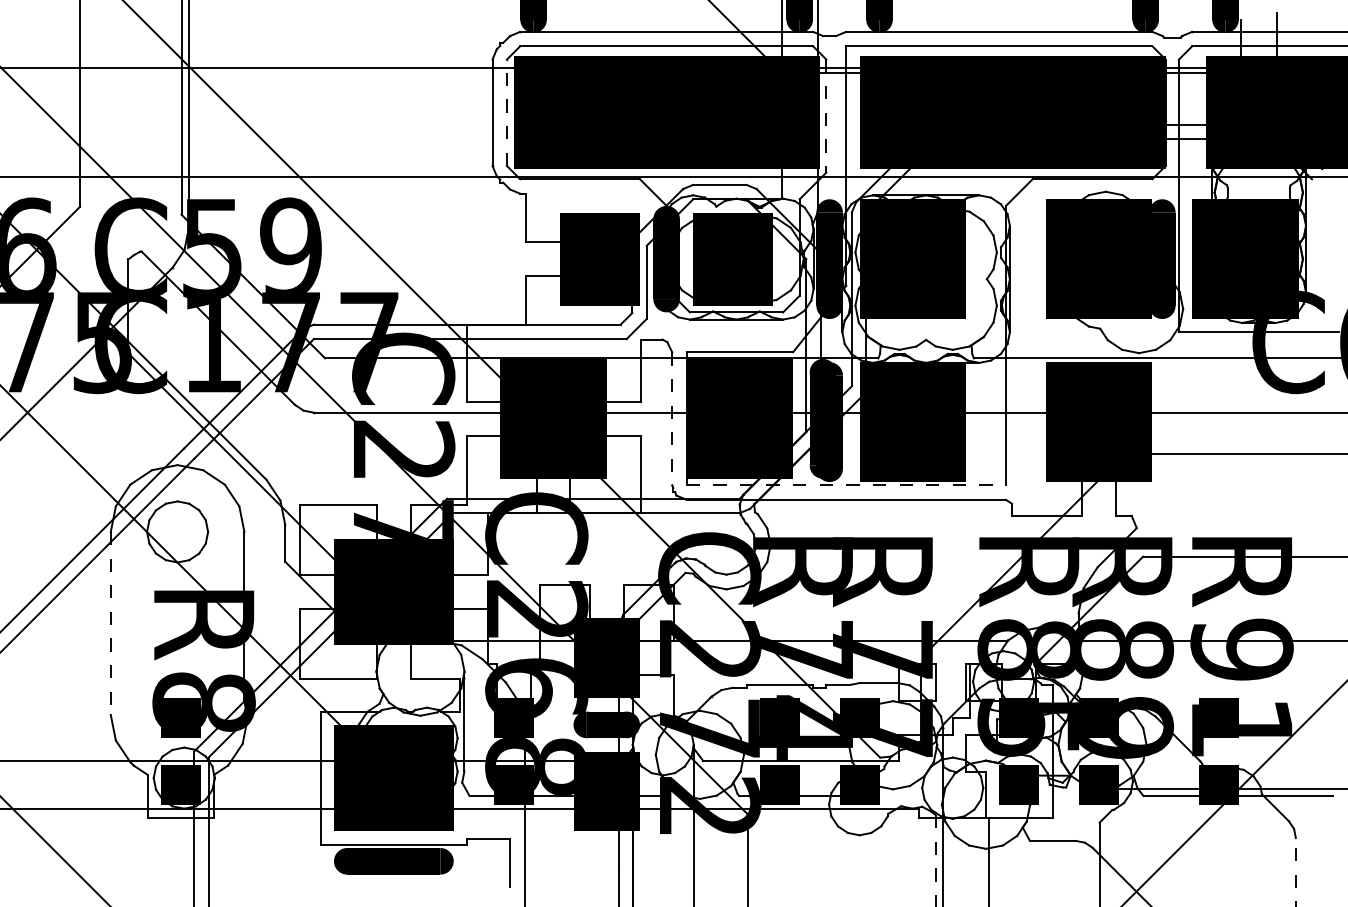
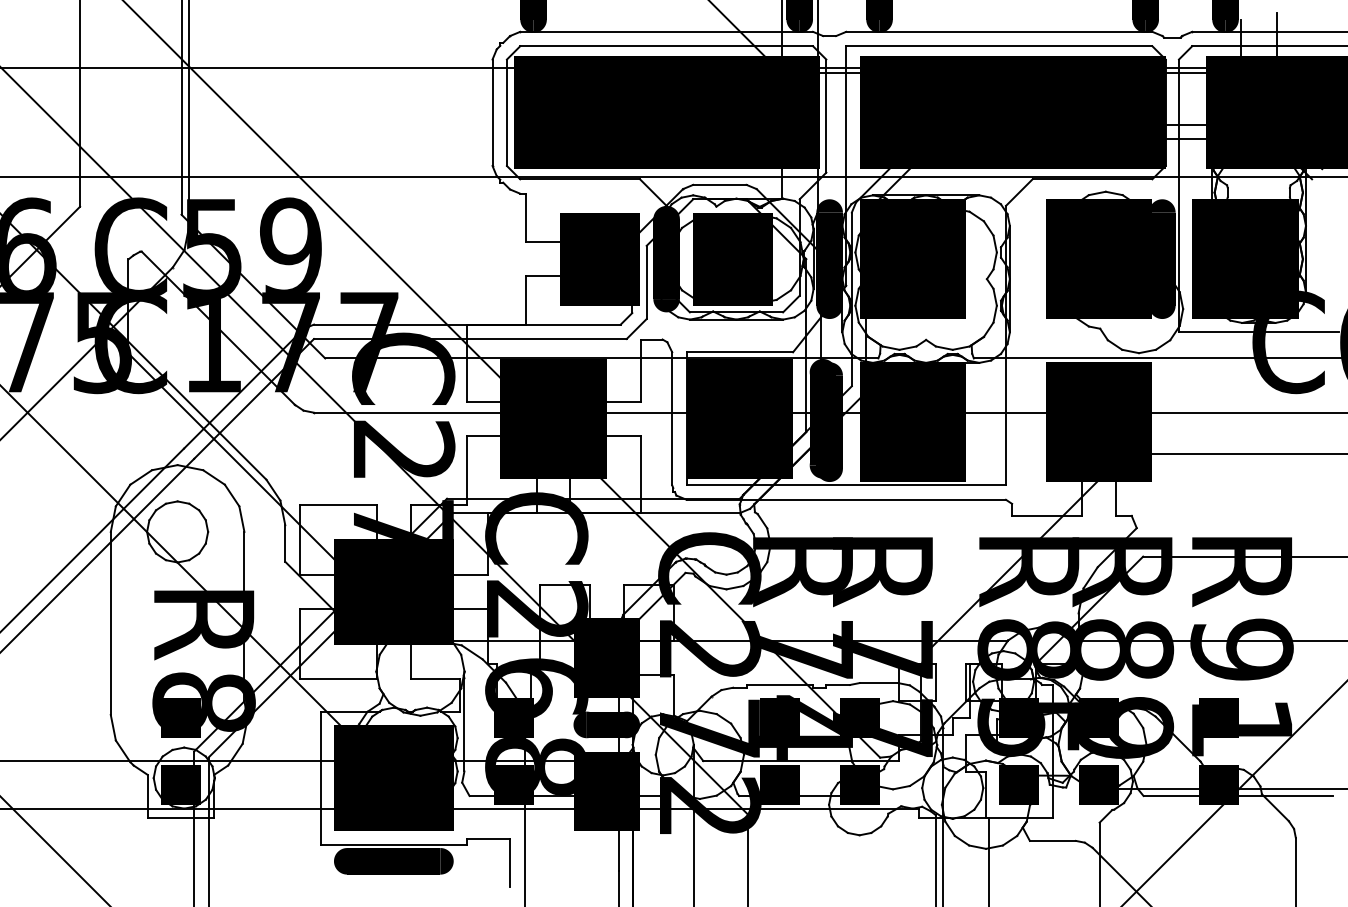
line at (506, 112): dashed -> solid
line at (826, 116): dashed -> solid
line at (672, 418): dashed -> solid
line at (846, 485): dashed -> solid
line at (110, 623): dashed -> solid
line at (935, 860): dashed -> solid
line at (1295, 871): dashed -> solid
